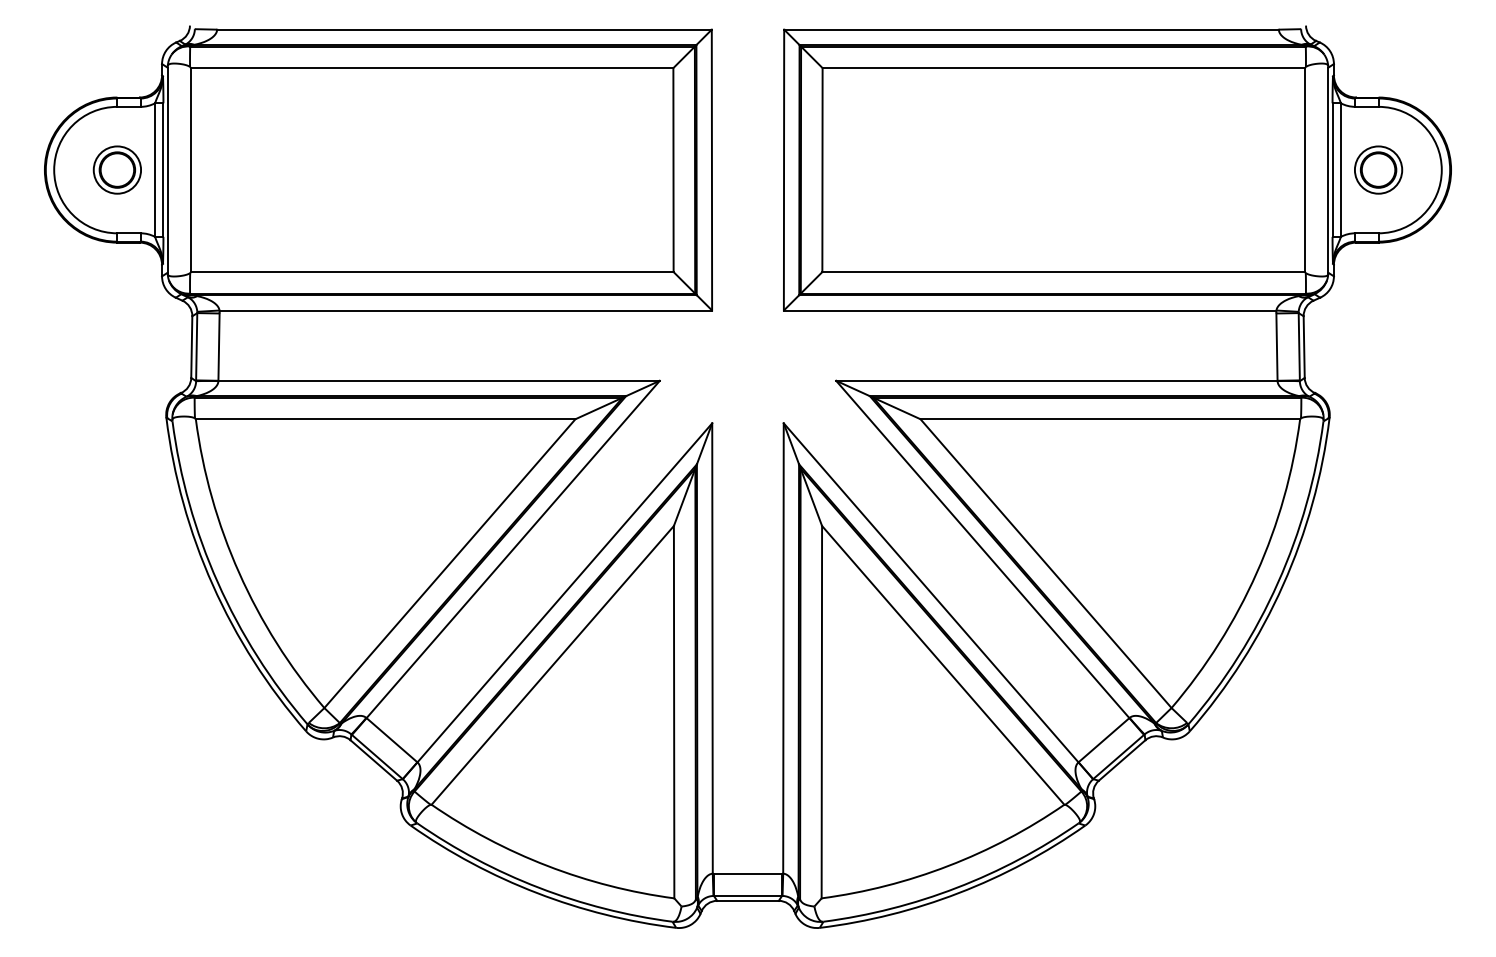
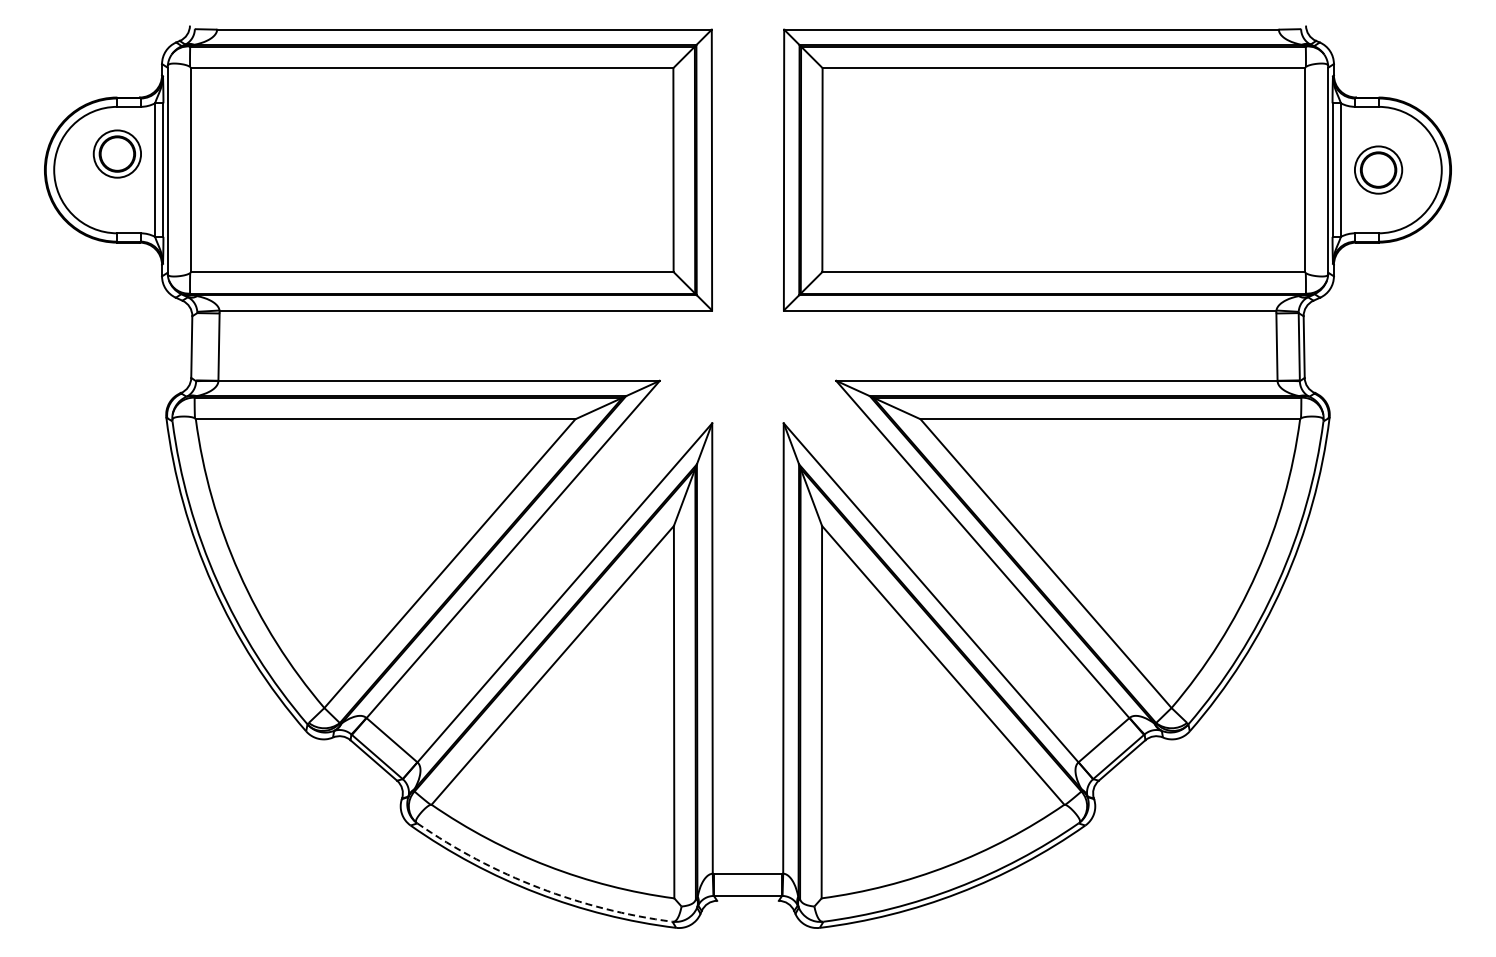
part at (116, 169) position: (116, 169) -> (116, 153)
line at (196, 346): present -> none
arc at (539, 887): solid -> dashed
line at (747, 900): present -> none
